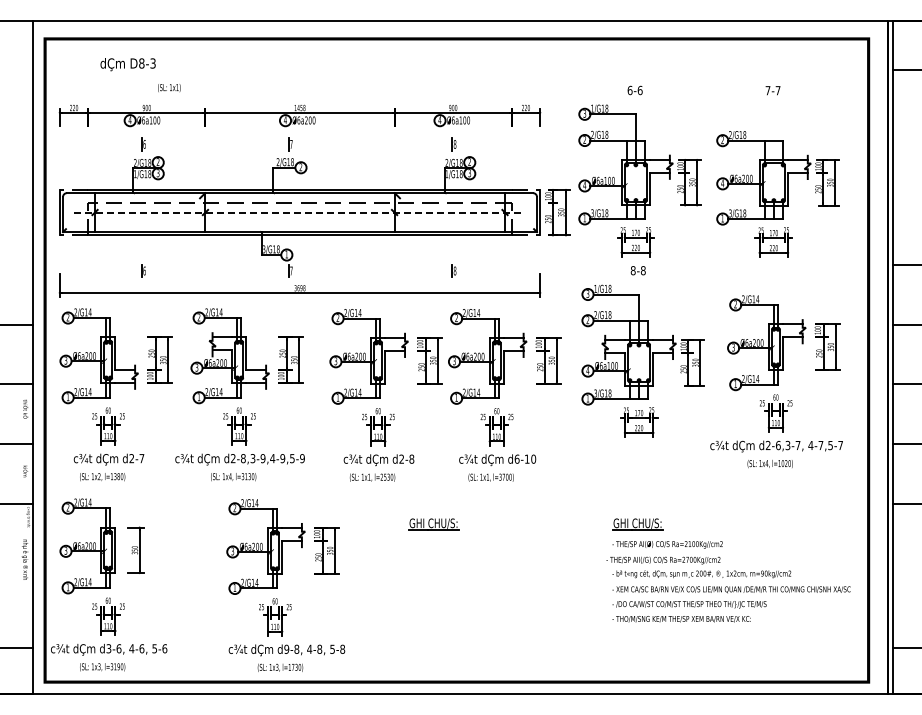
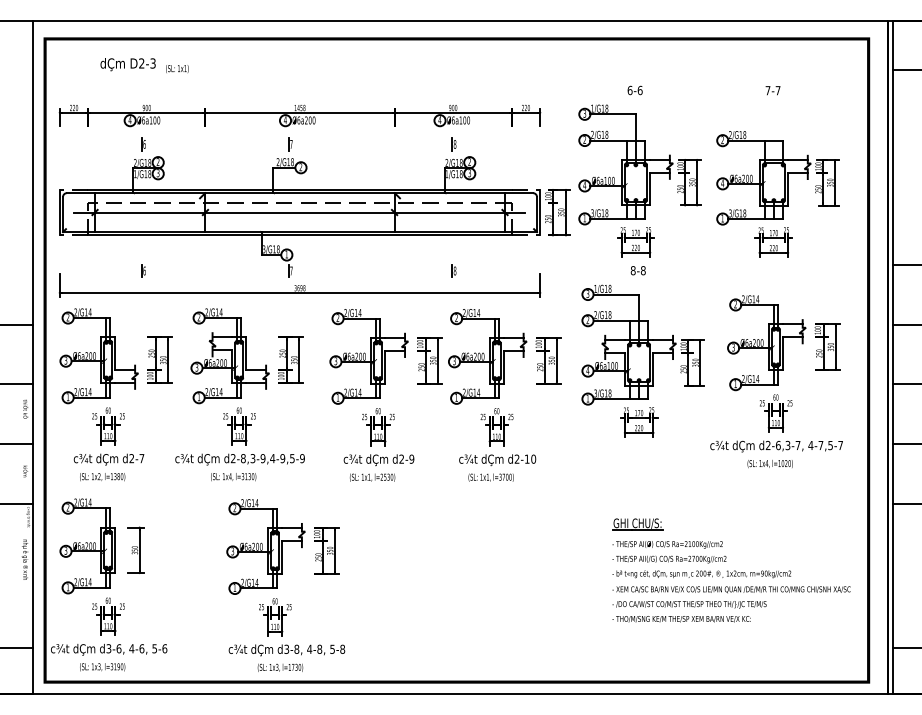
text at (141, 63): D8-3 -> D2-3
text at (169, 88) position: (169, 88) -> (177, 69)
line at (299, 212): dashed -> solid
text at (516, 458): d6-10 -> d2-10
text at (411, 459): d2-8 -> d2-9
part at (433, 524): present -> none
text at (663, 560) position: (663, 560) -> (669, 559)
text at (286, 648): d9-8, -> d3-8,
